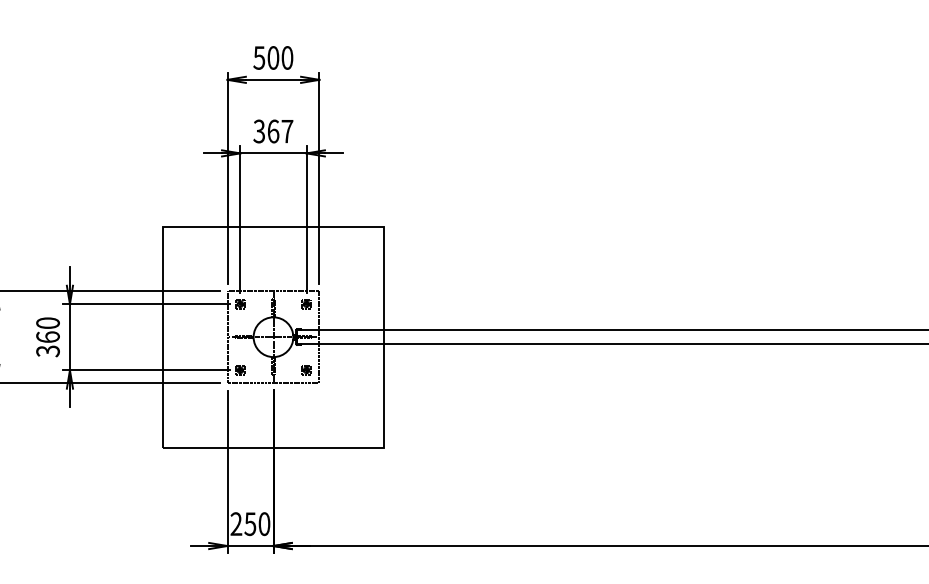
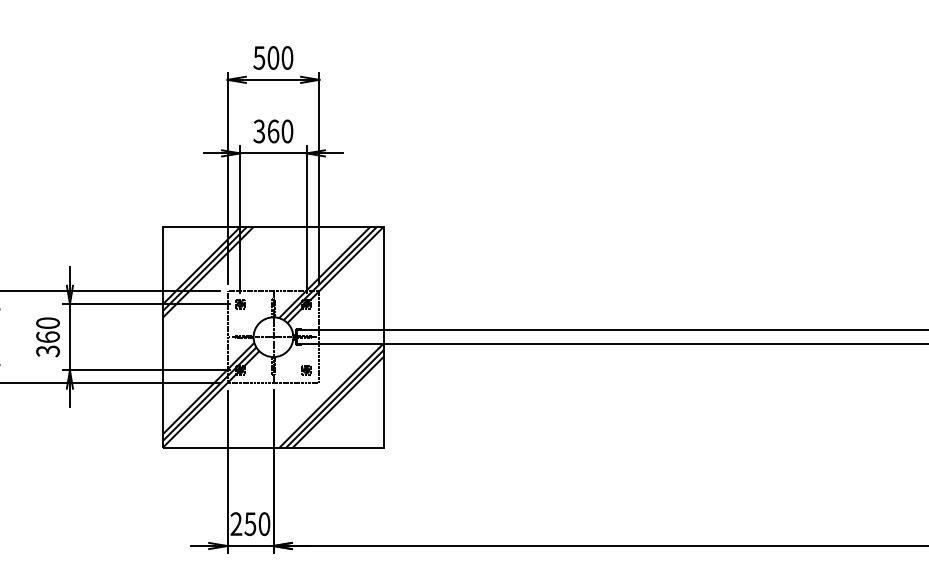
text at (287, 131): 367 -> 360
hatch at (273, 336): none -> present
